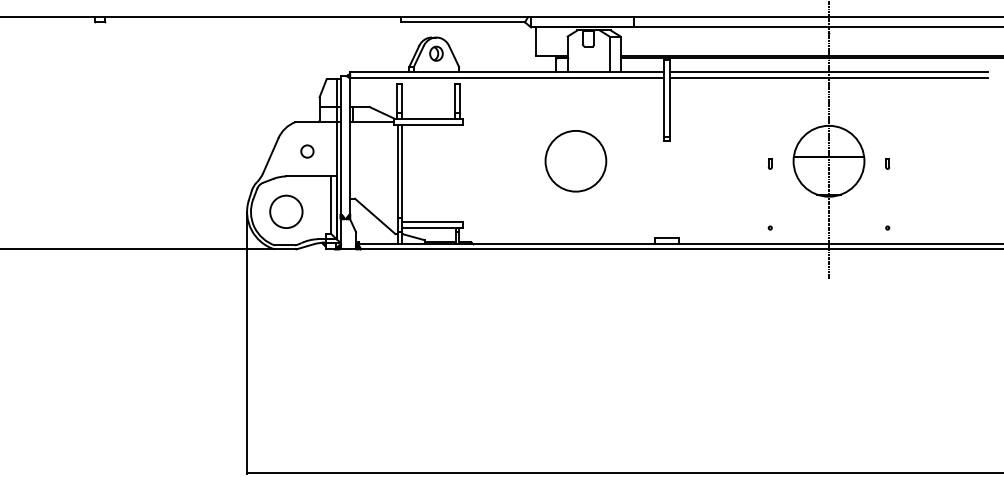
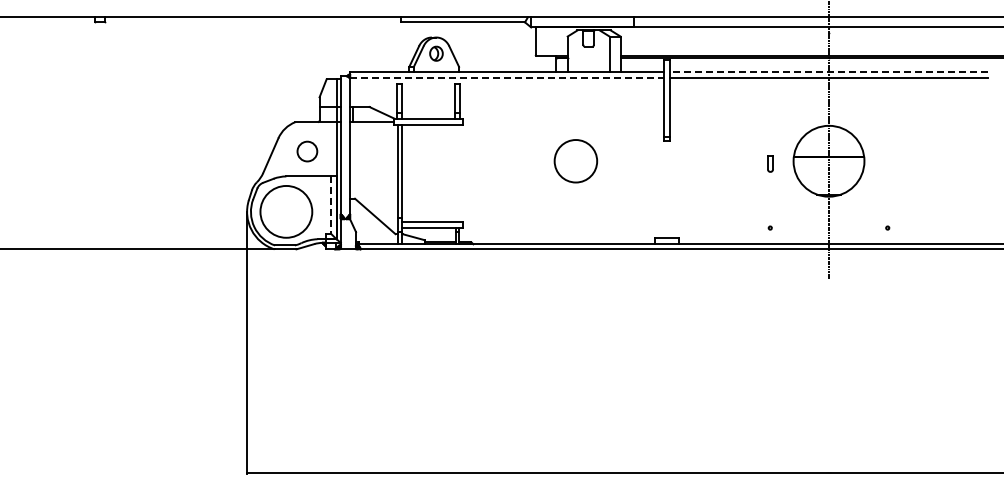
line at (829, 71): solid -> dashed
line at (506, 78): solid -> dashed
circle at (307, 151) size: 15x15 px -> 23x23 px
circle at (575, 160) diameter: 61 px -> 43 px
part at (769, 163) size: 6x12 px -> 7x18 px
part at (887, 163): present -> none
line at (331, 205): solid -> dashed
circle at (286, 211) diameter: 32 px -> 52 px
